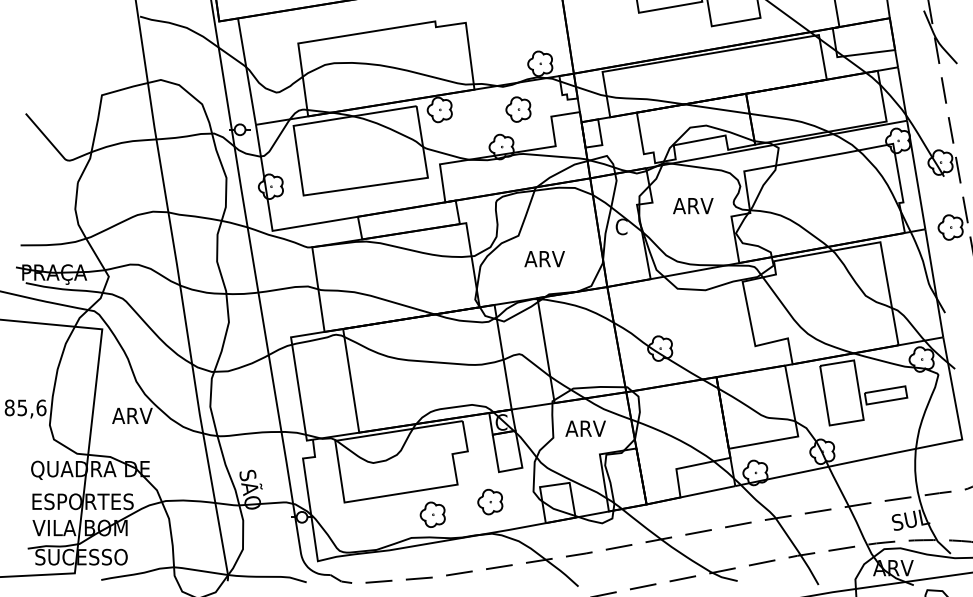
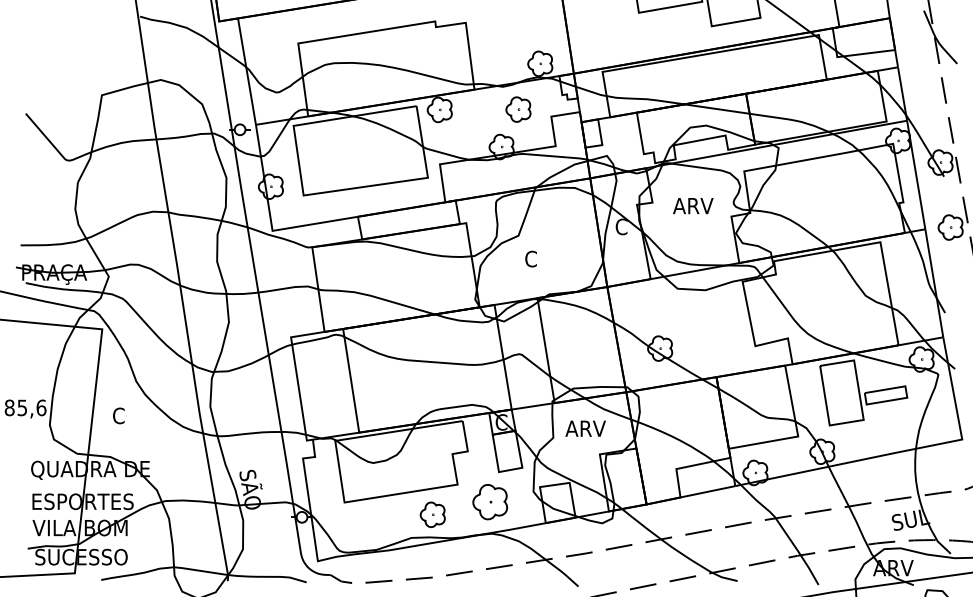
text at (544, 258): ARV -> C
text at (132, 415): ARV -> C
part at (490, 501) size: 27x28 px -> 37x37 px
